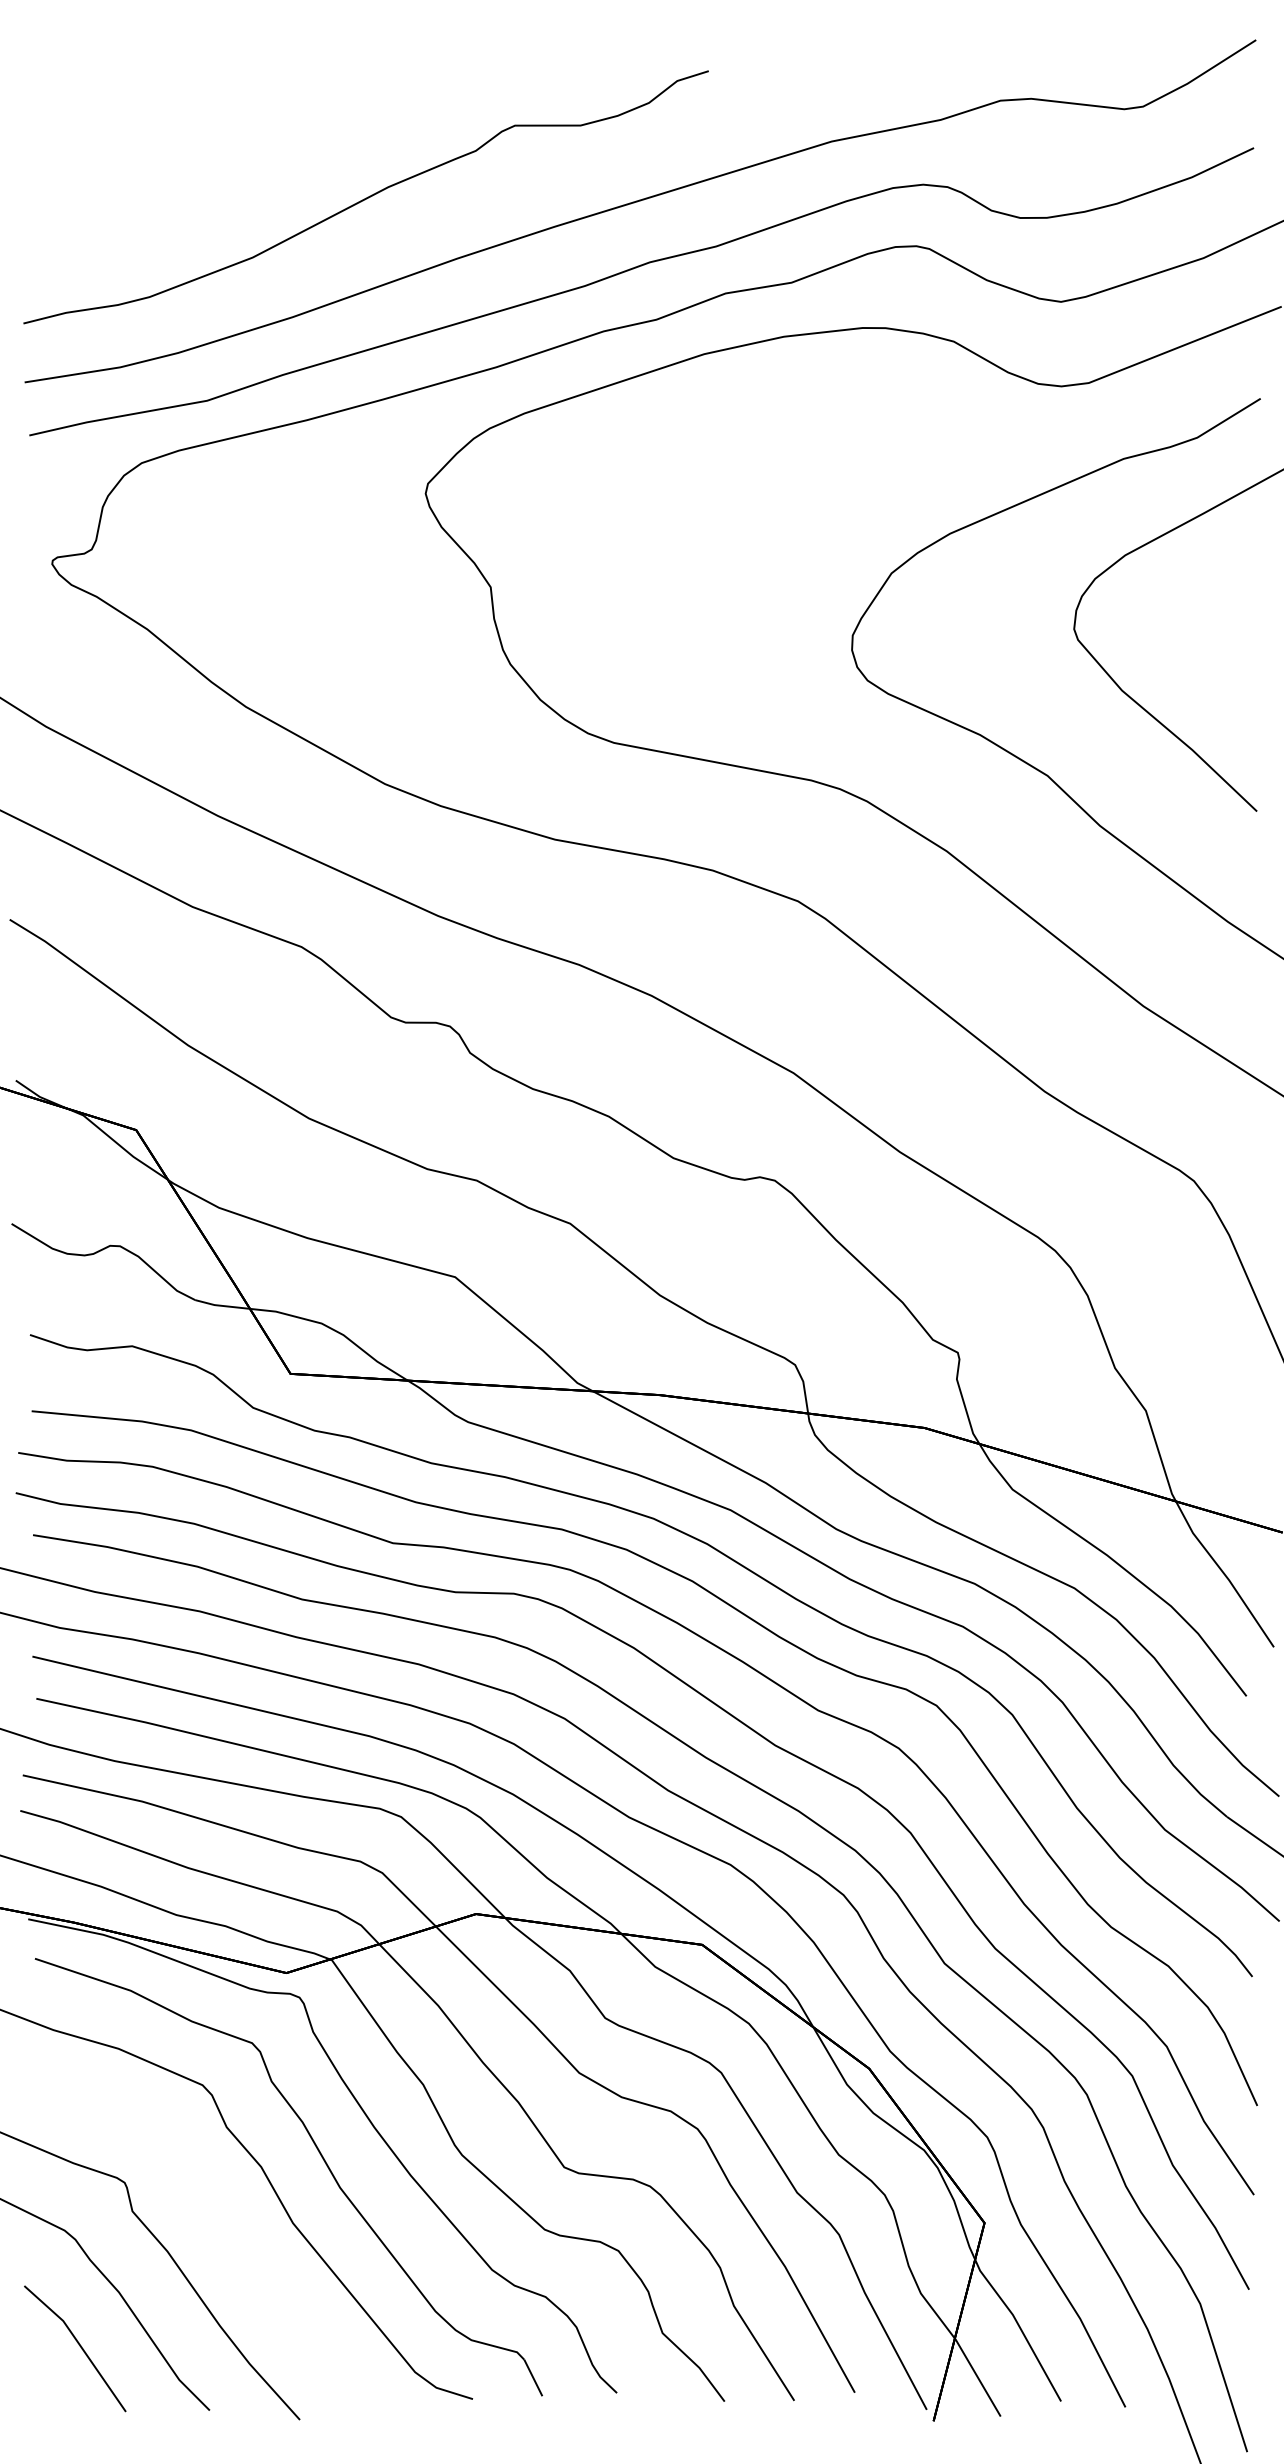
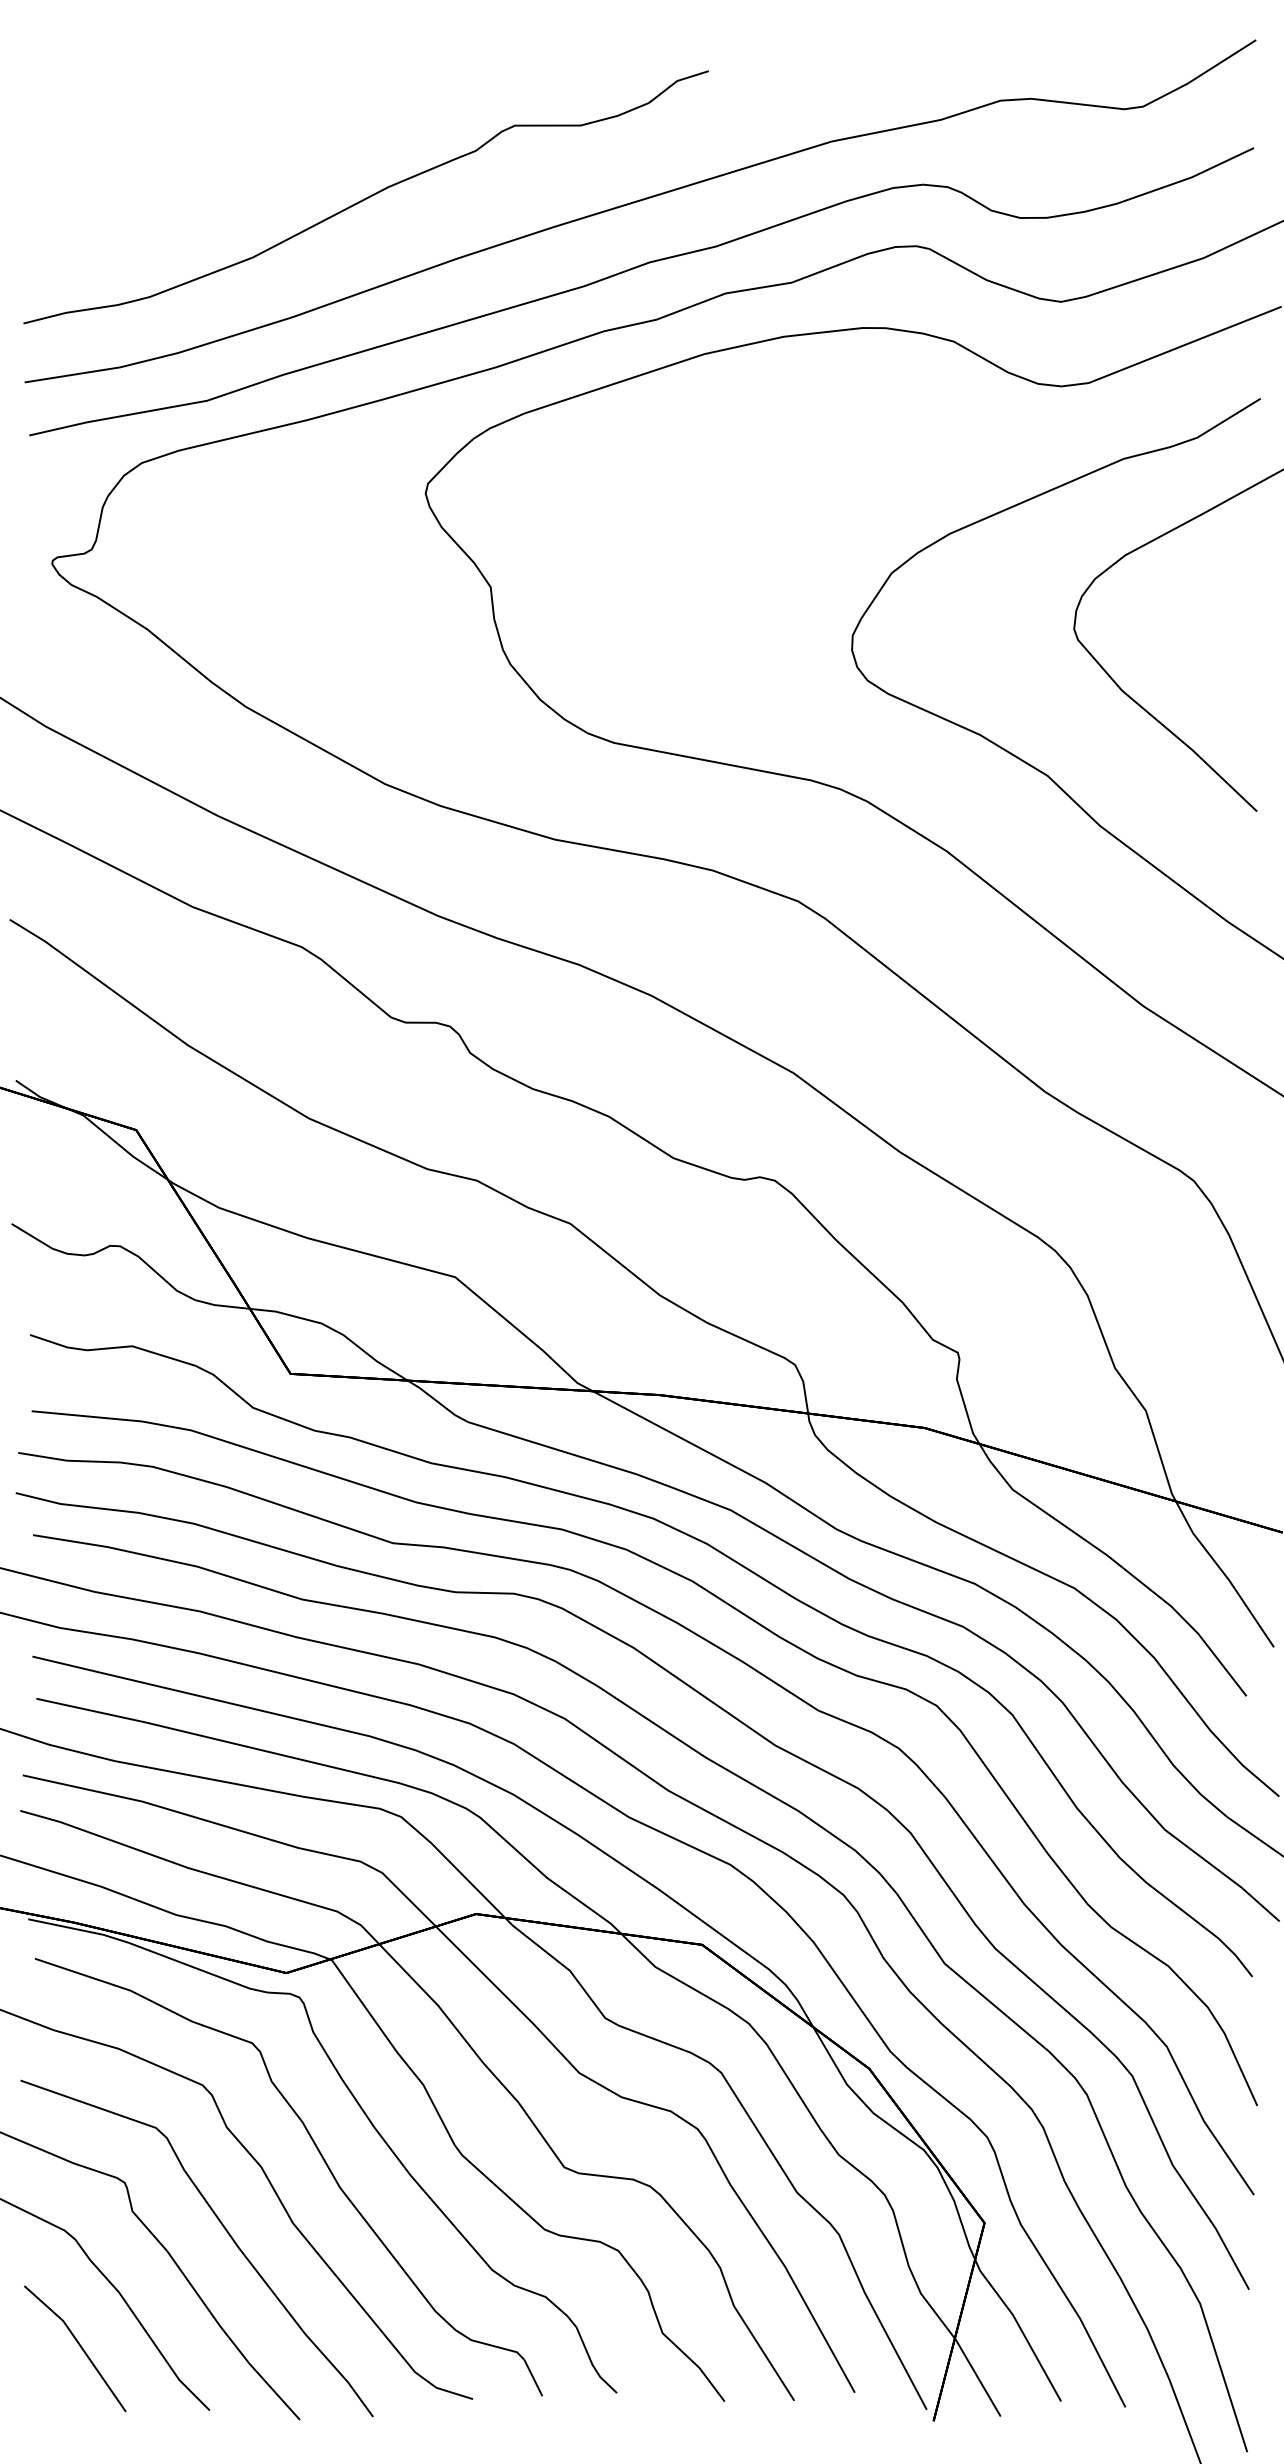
curve at (224, 2229): none -> present
